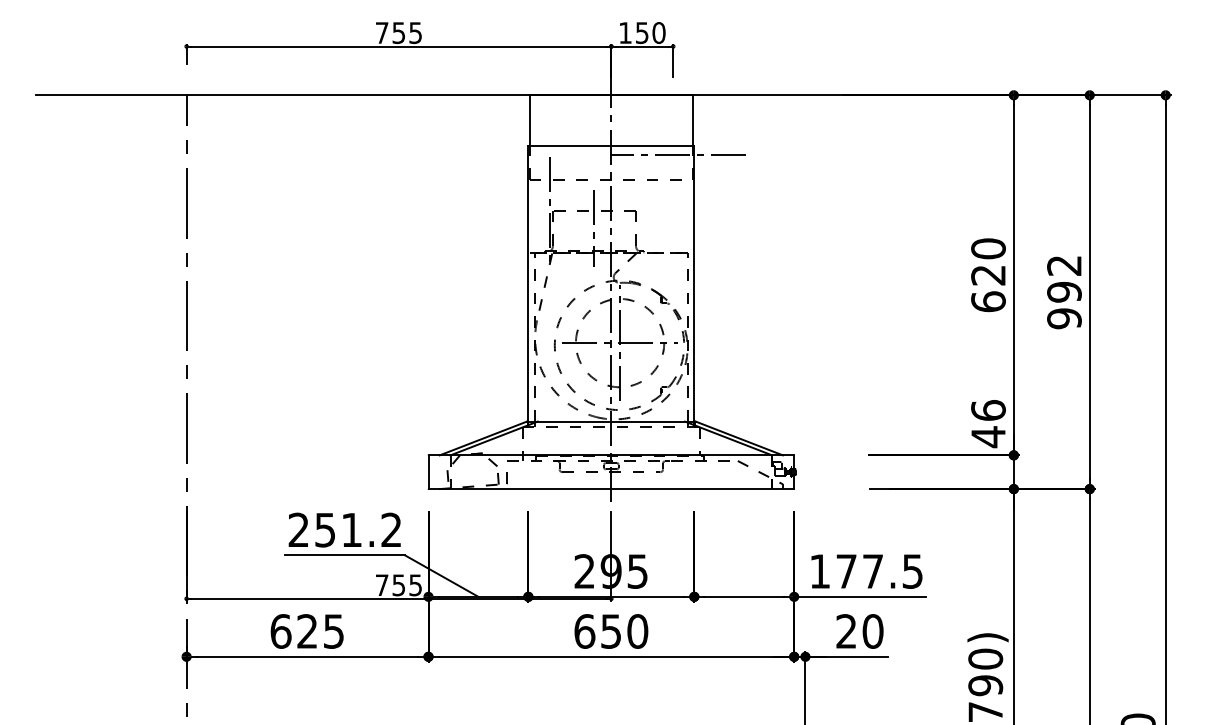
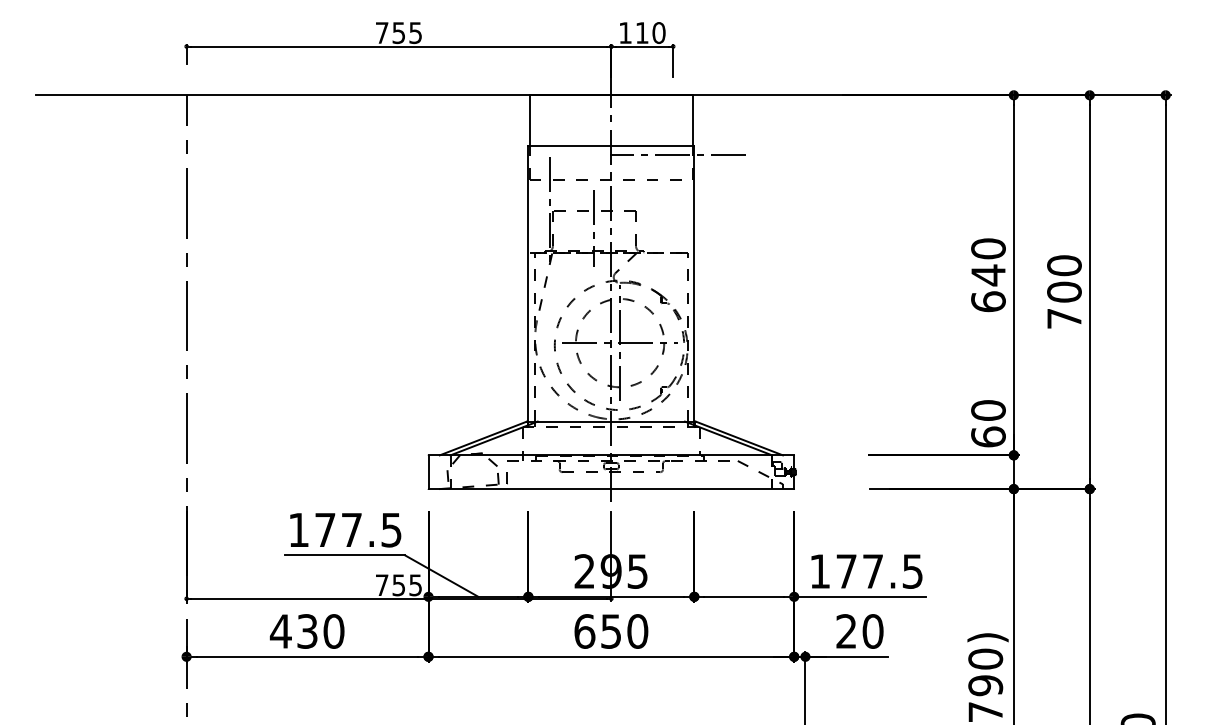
text at (642, 33): 150 -> 110
text at (988, 275): 620 -> 640
text at (1064, 292): 992 -> 700
text at (988, 424): 46 -> 60
text at (344, 529): 251.2 -> 177.5
text at (306, 631): 625 -> 430
